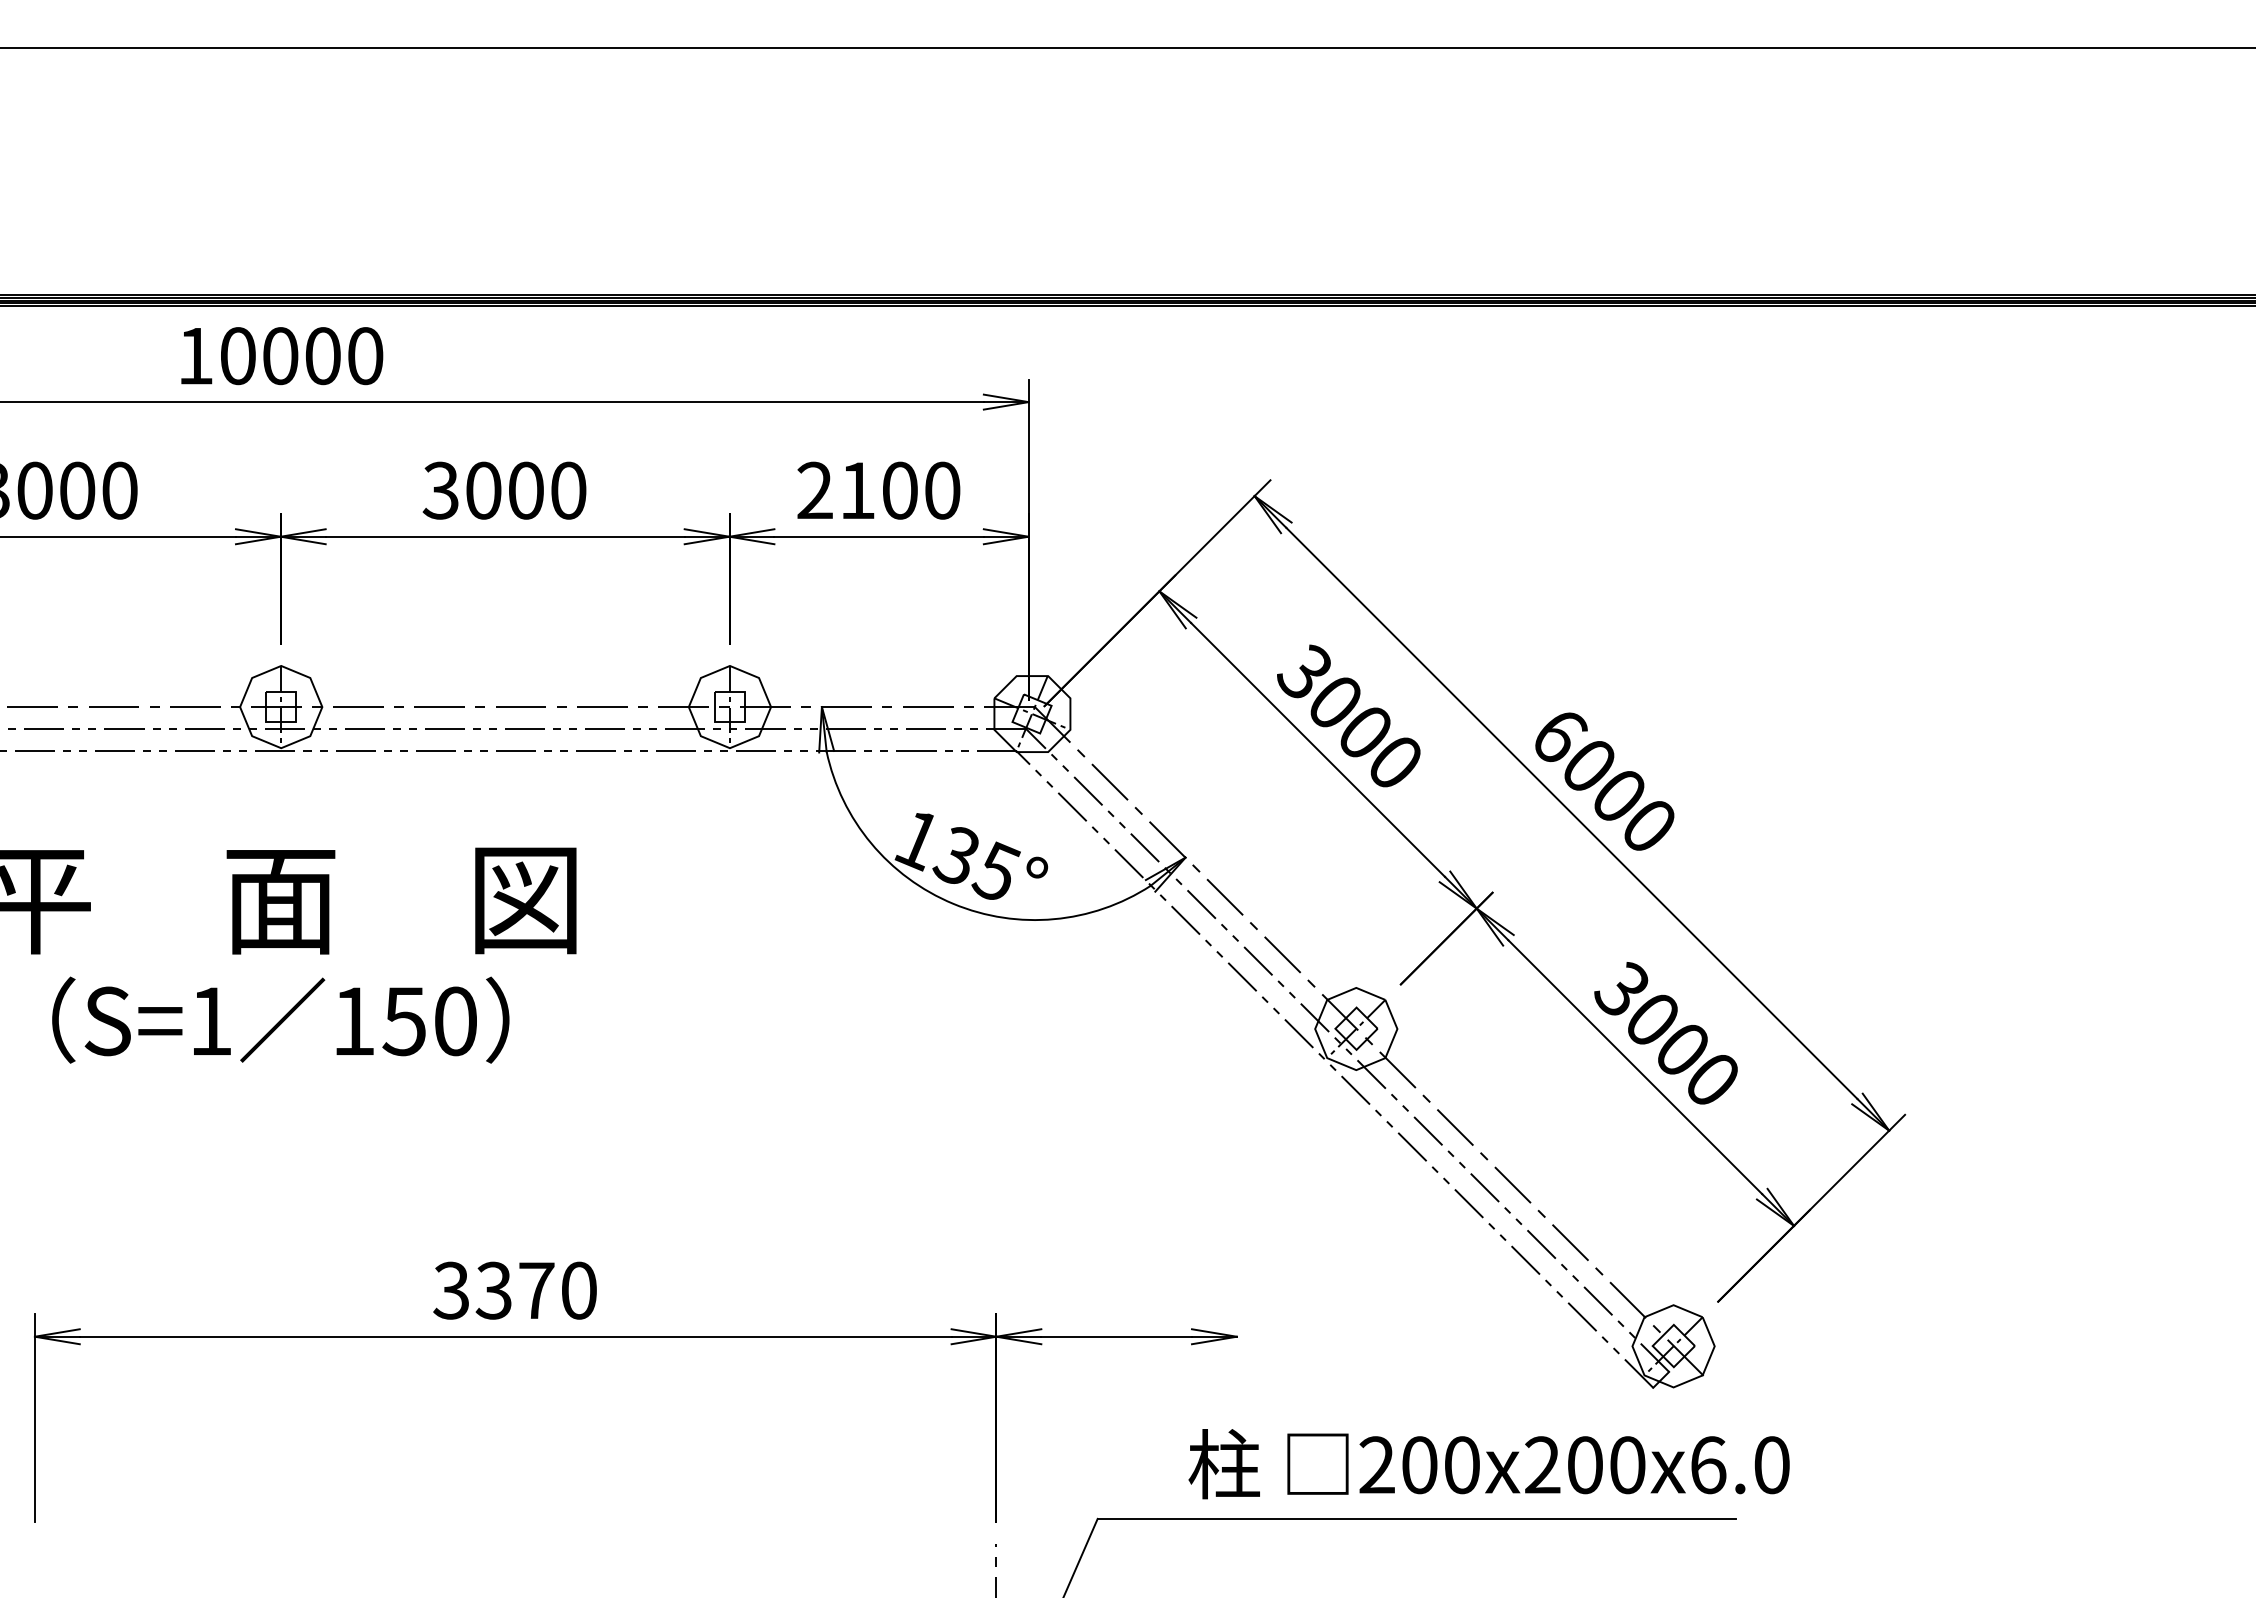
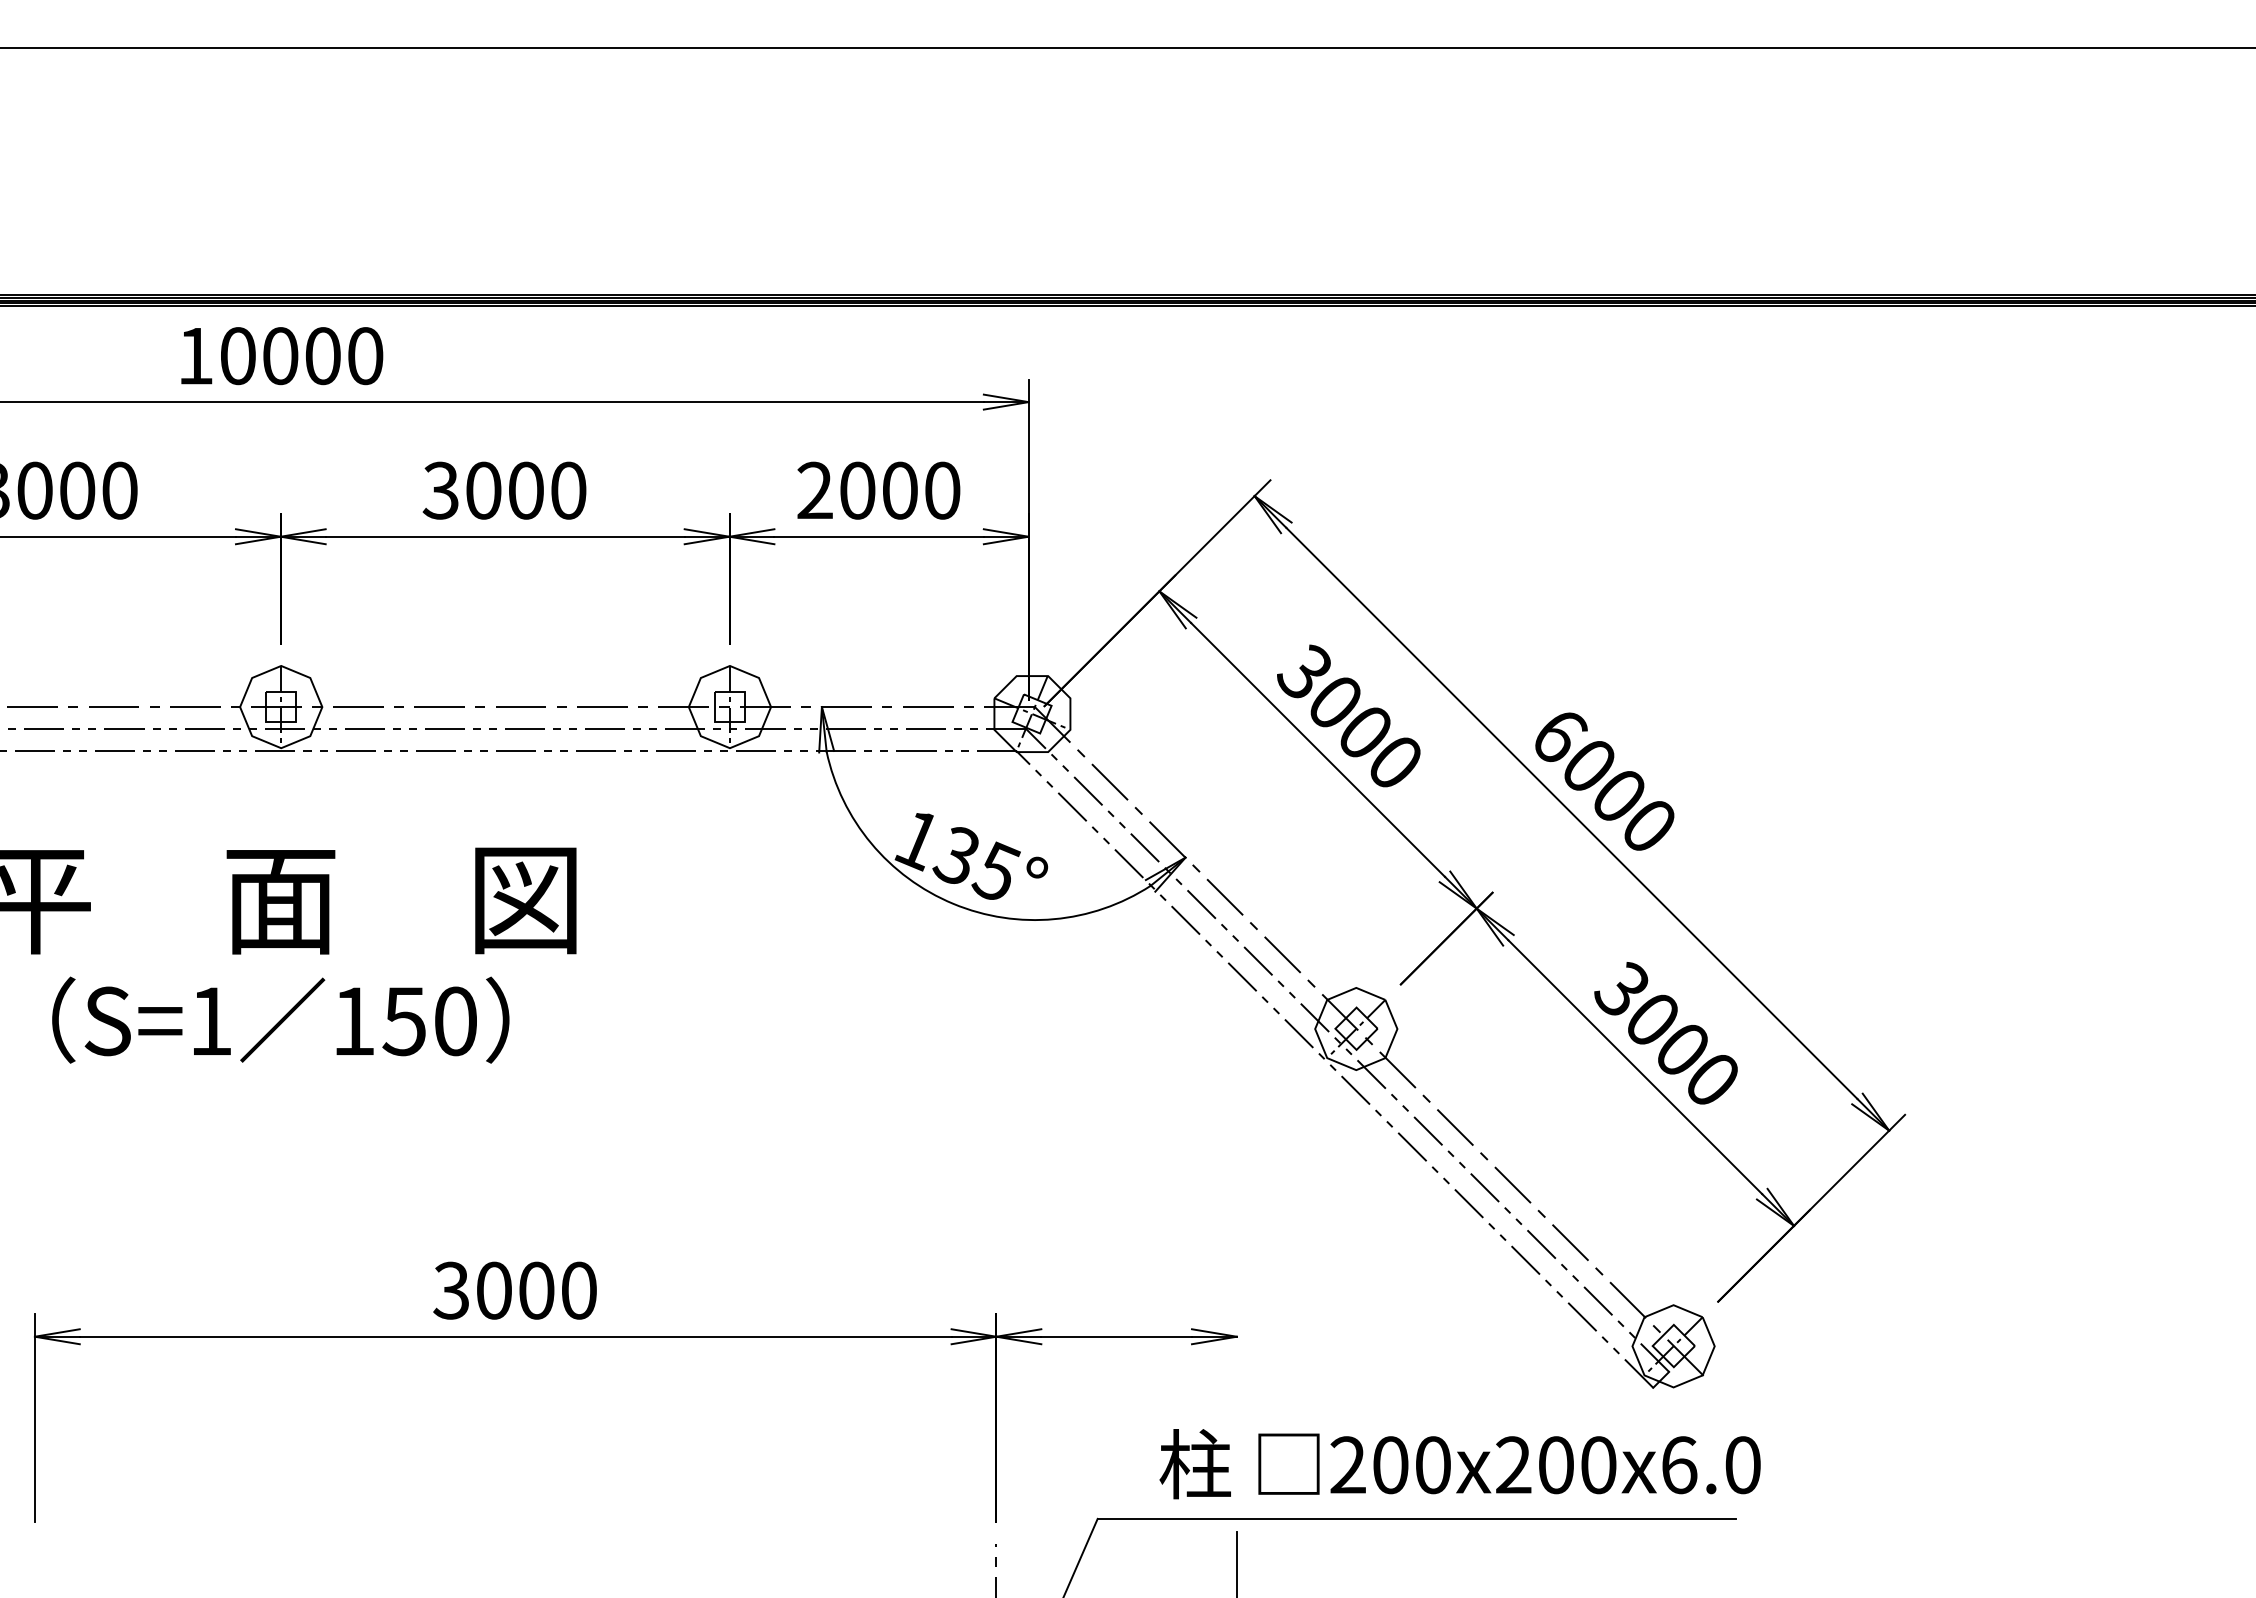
text at (857, 490): 2100 -> 2000
text at (514, 1290): 3370 -> 3000
text at (1488, 1464) position: (1488, 1464) -> (1459, 1464)
line at (1236, 1563): none -> present
